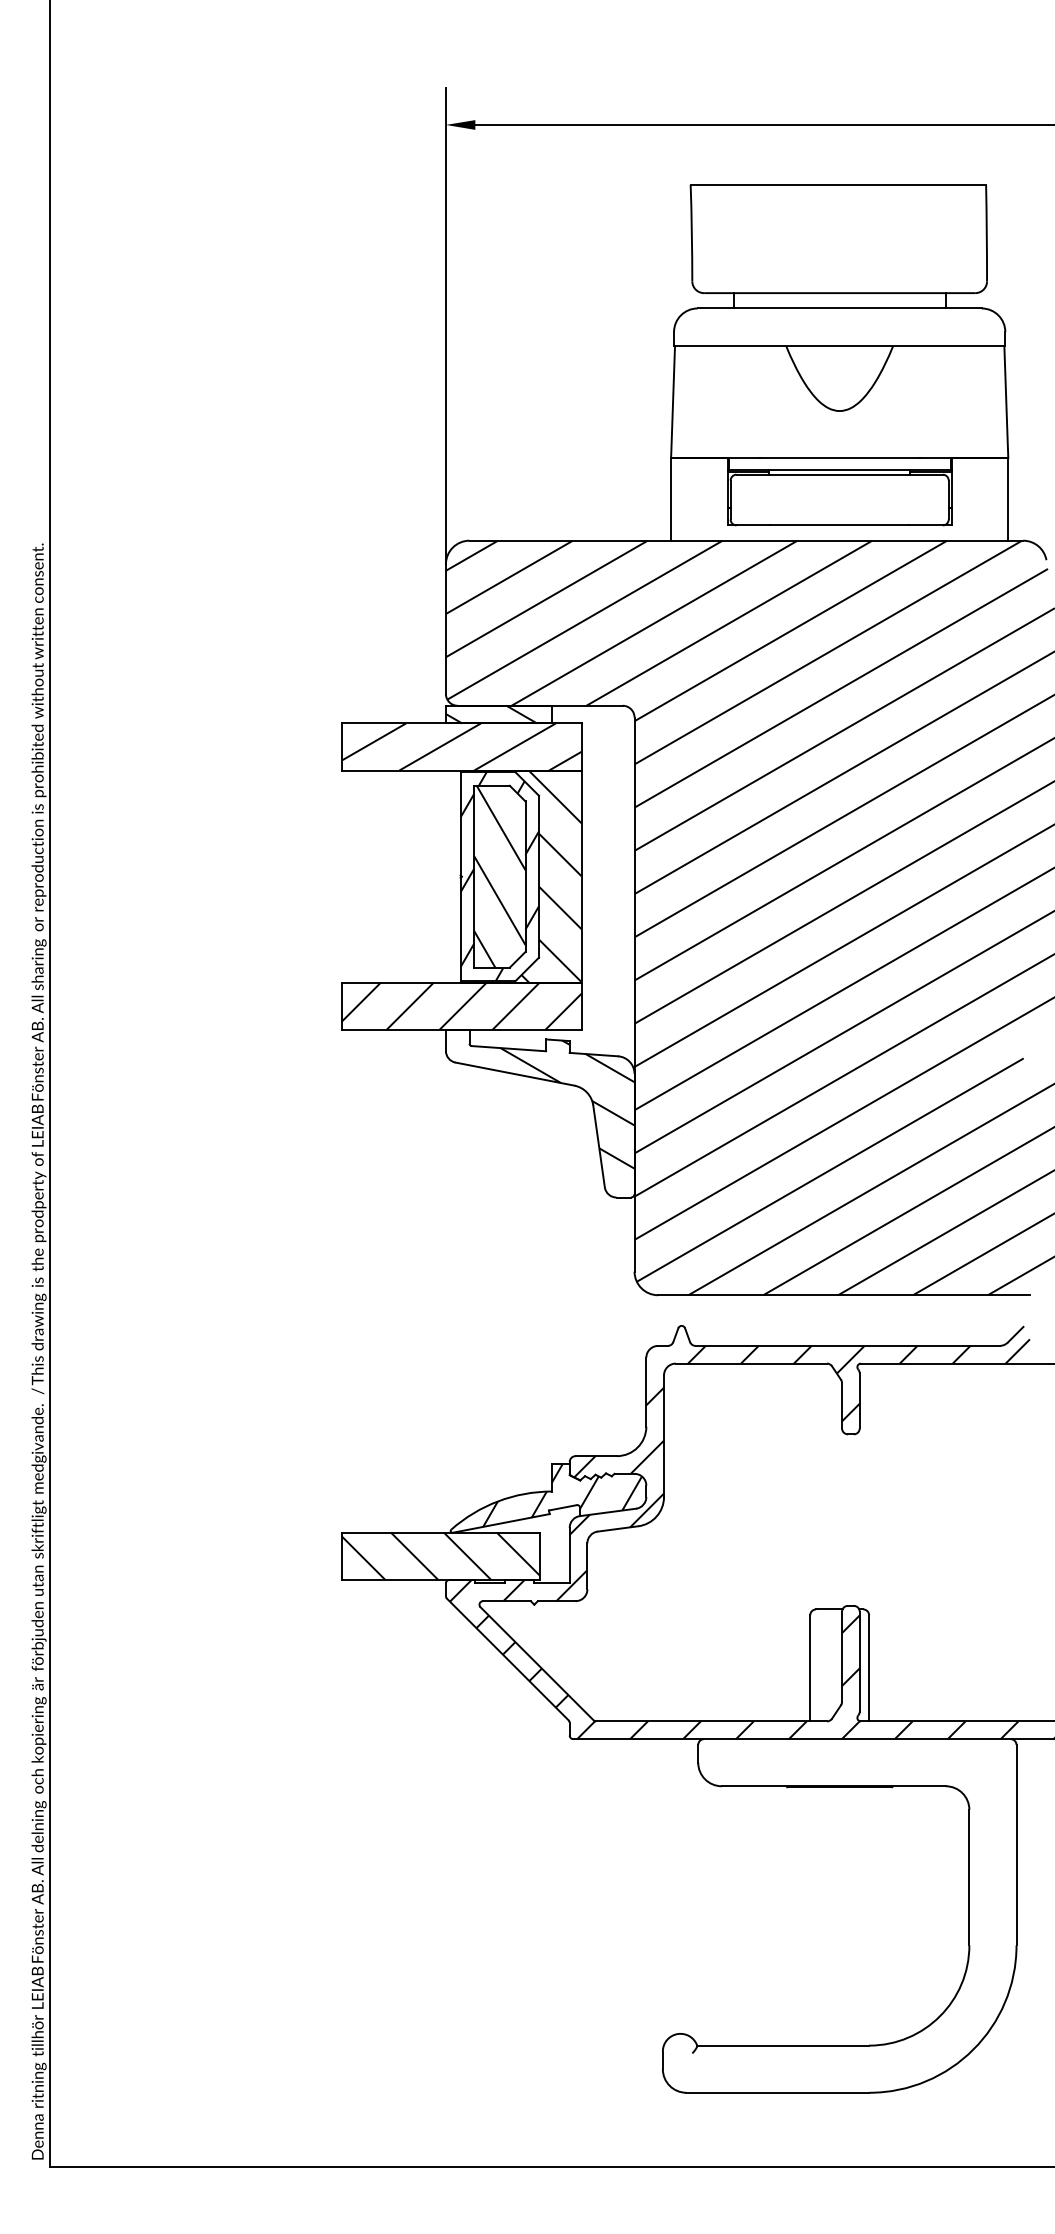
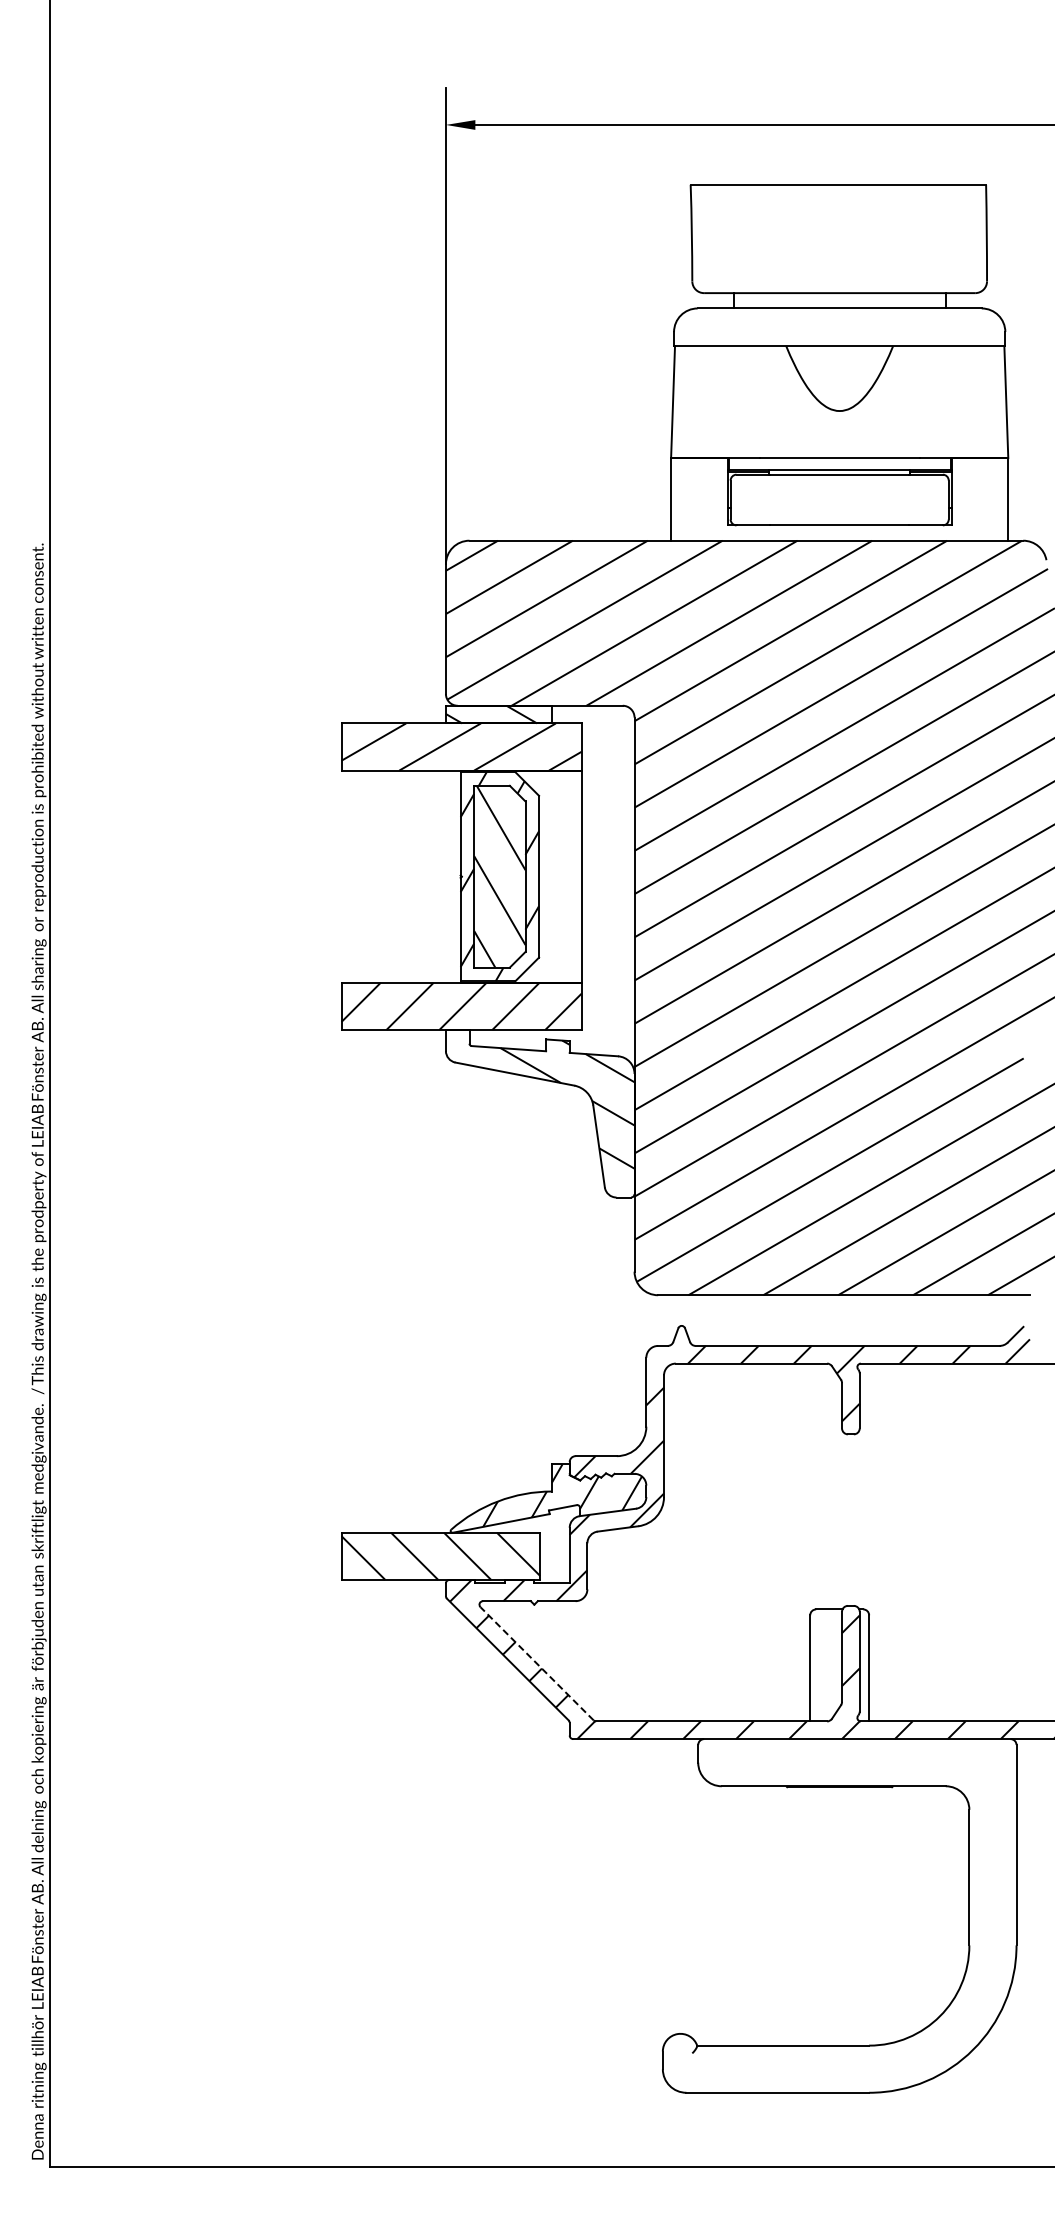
hatch at (527, 876): present -> none
line at (536, 1663): solid -> dashed
